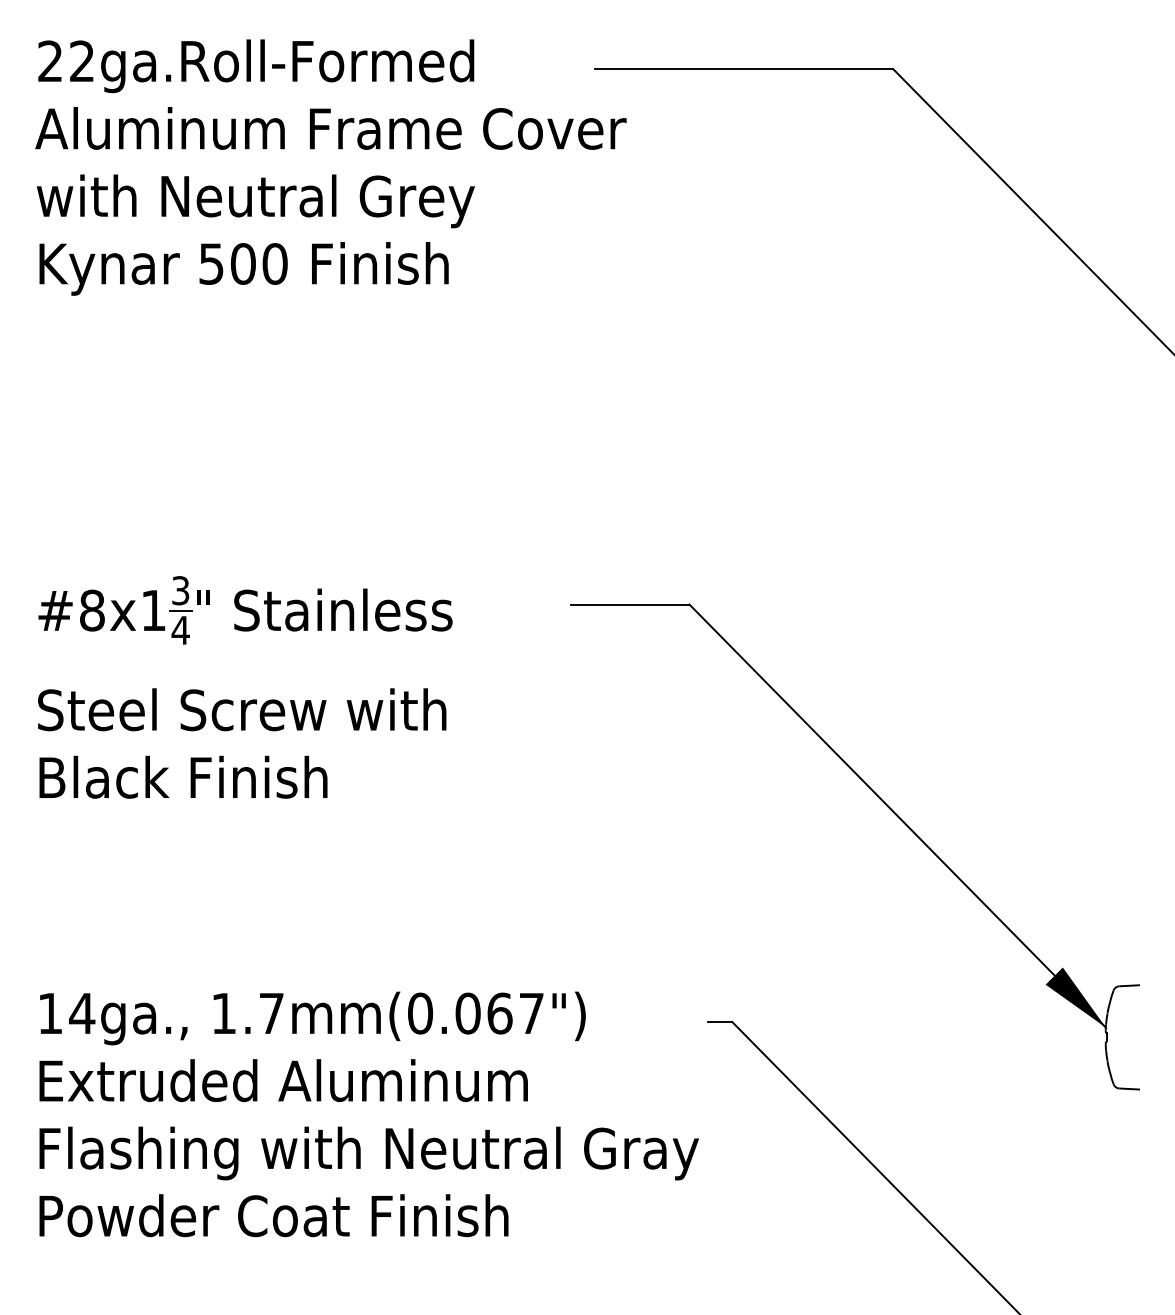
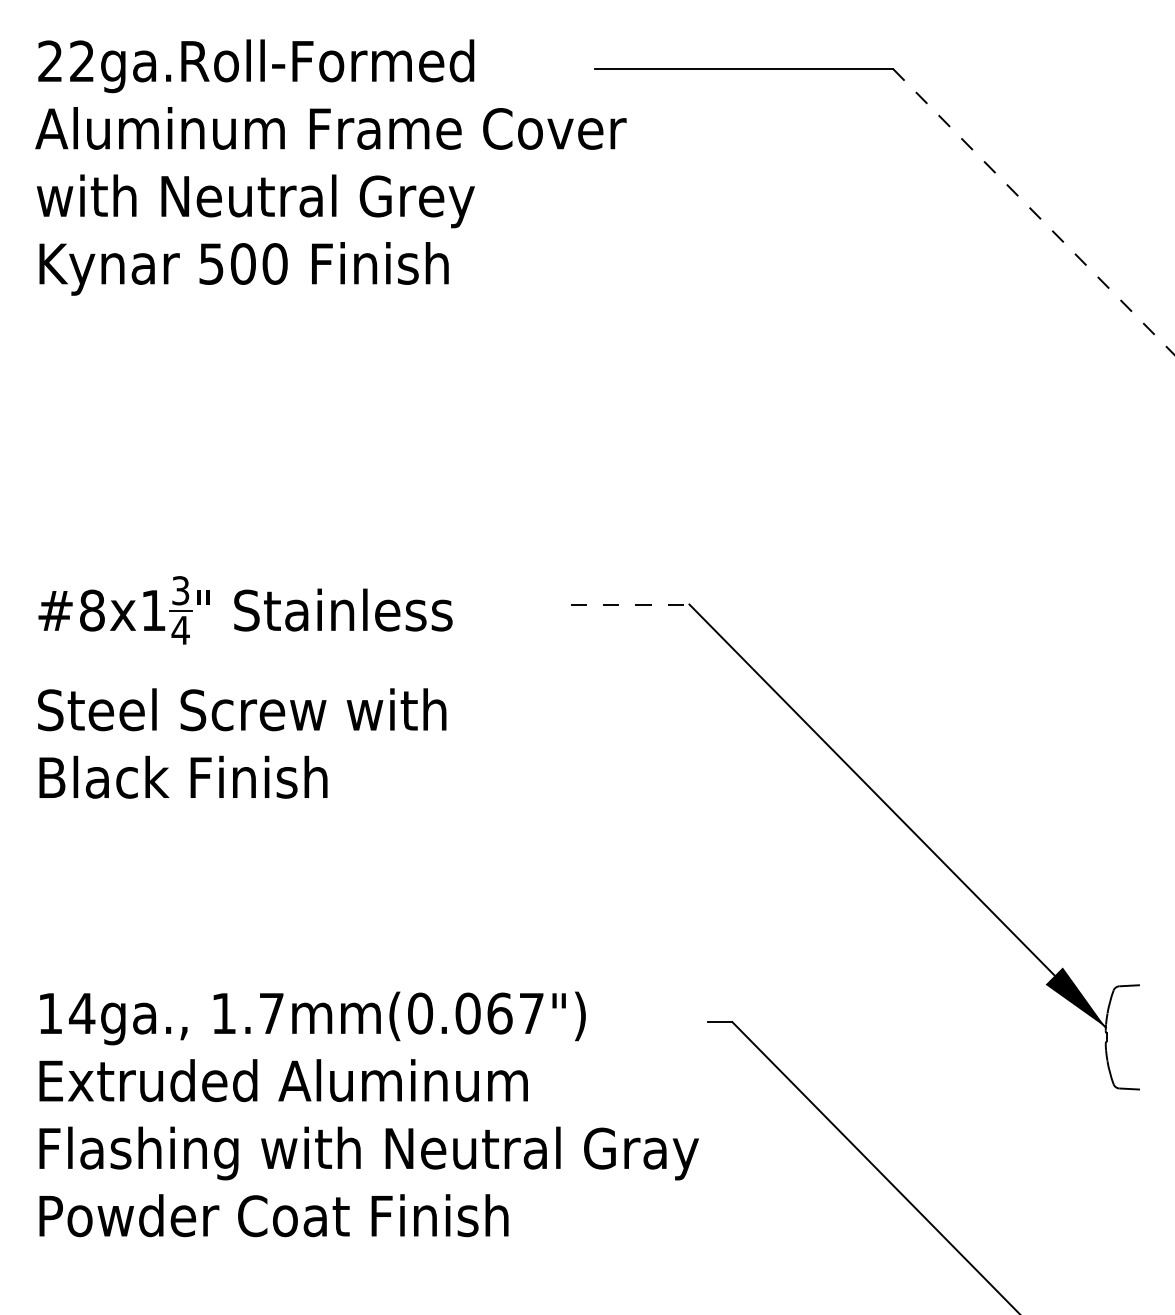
line at (1034, 212): solid -> dashed
line at (630, 604): solid -> dashed
